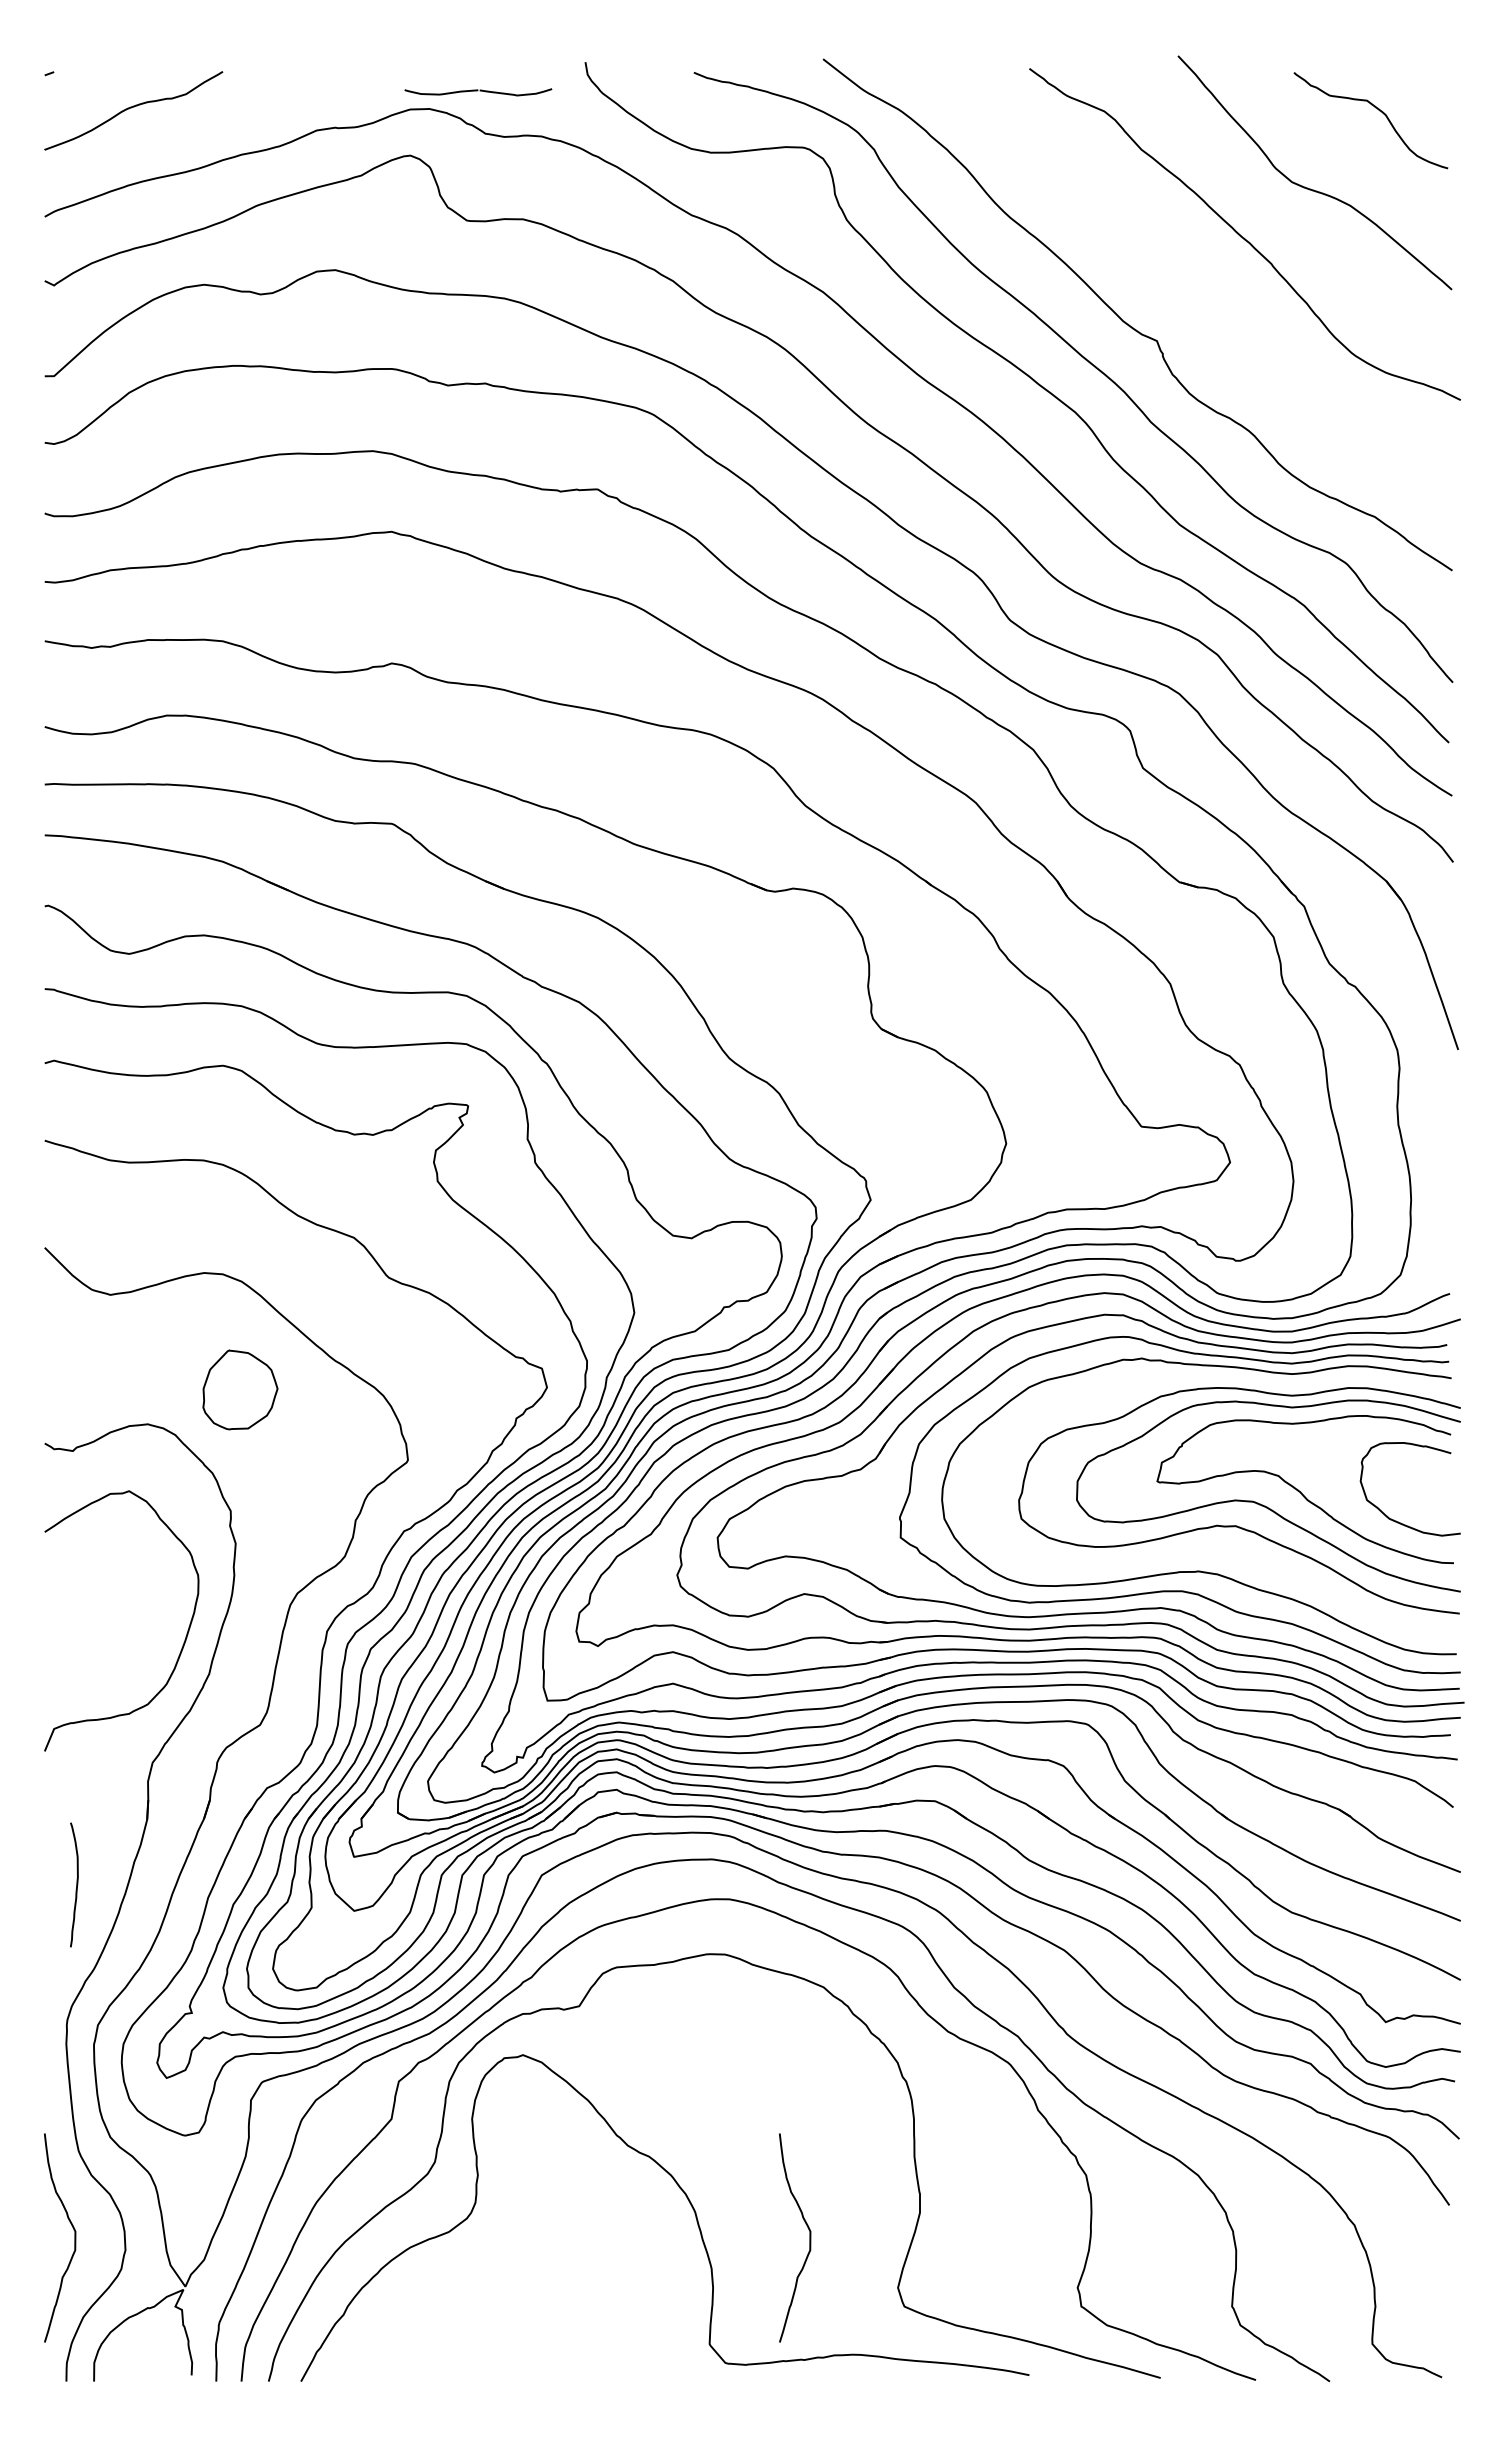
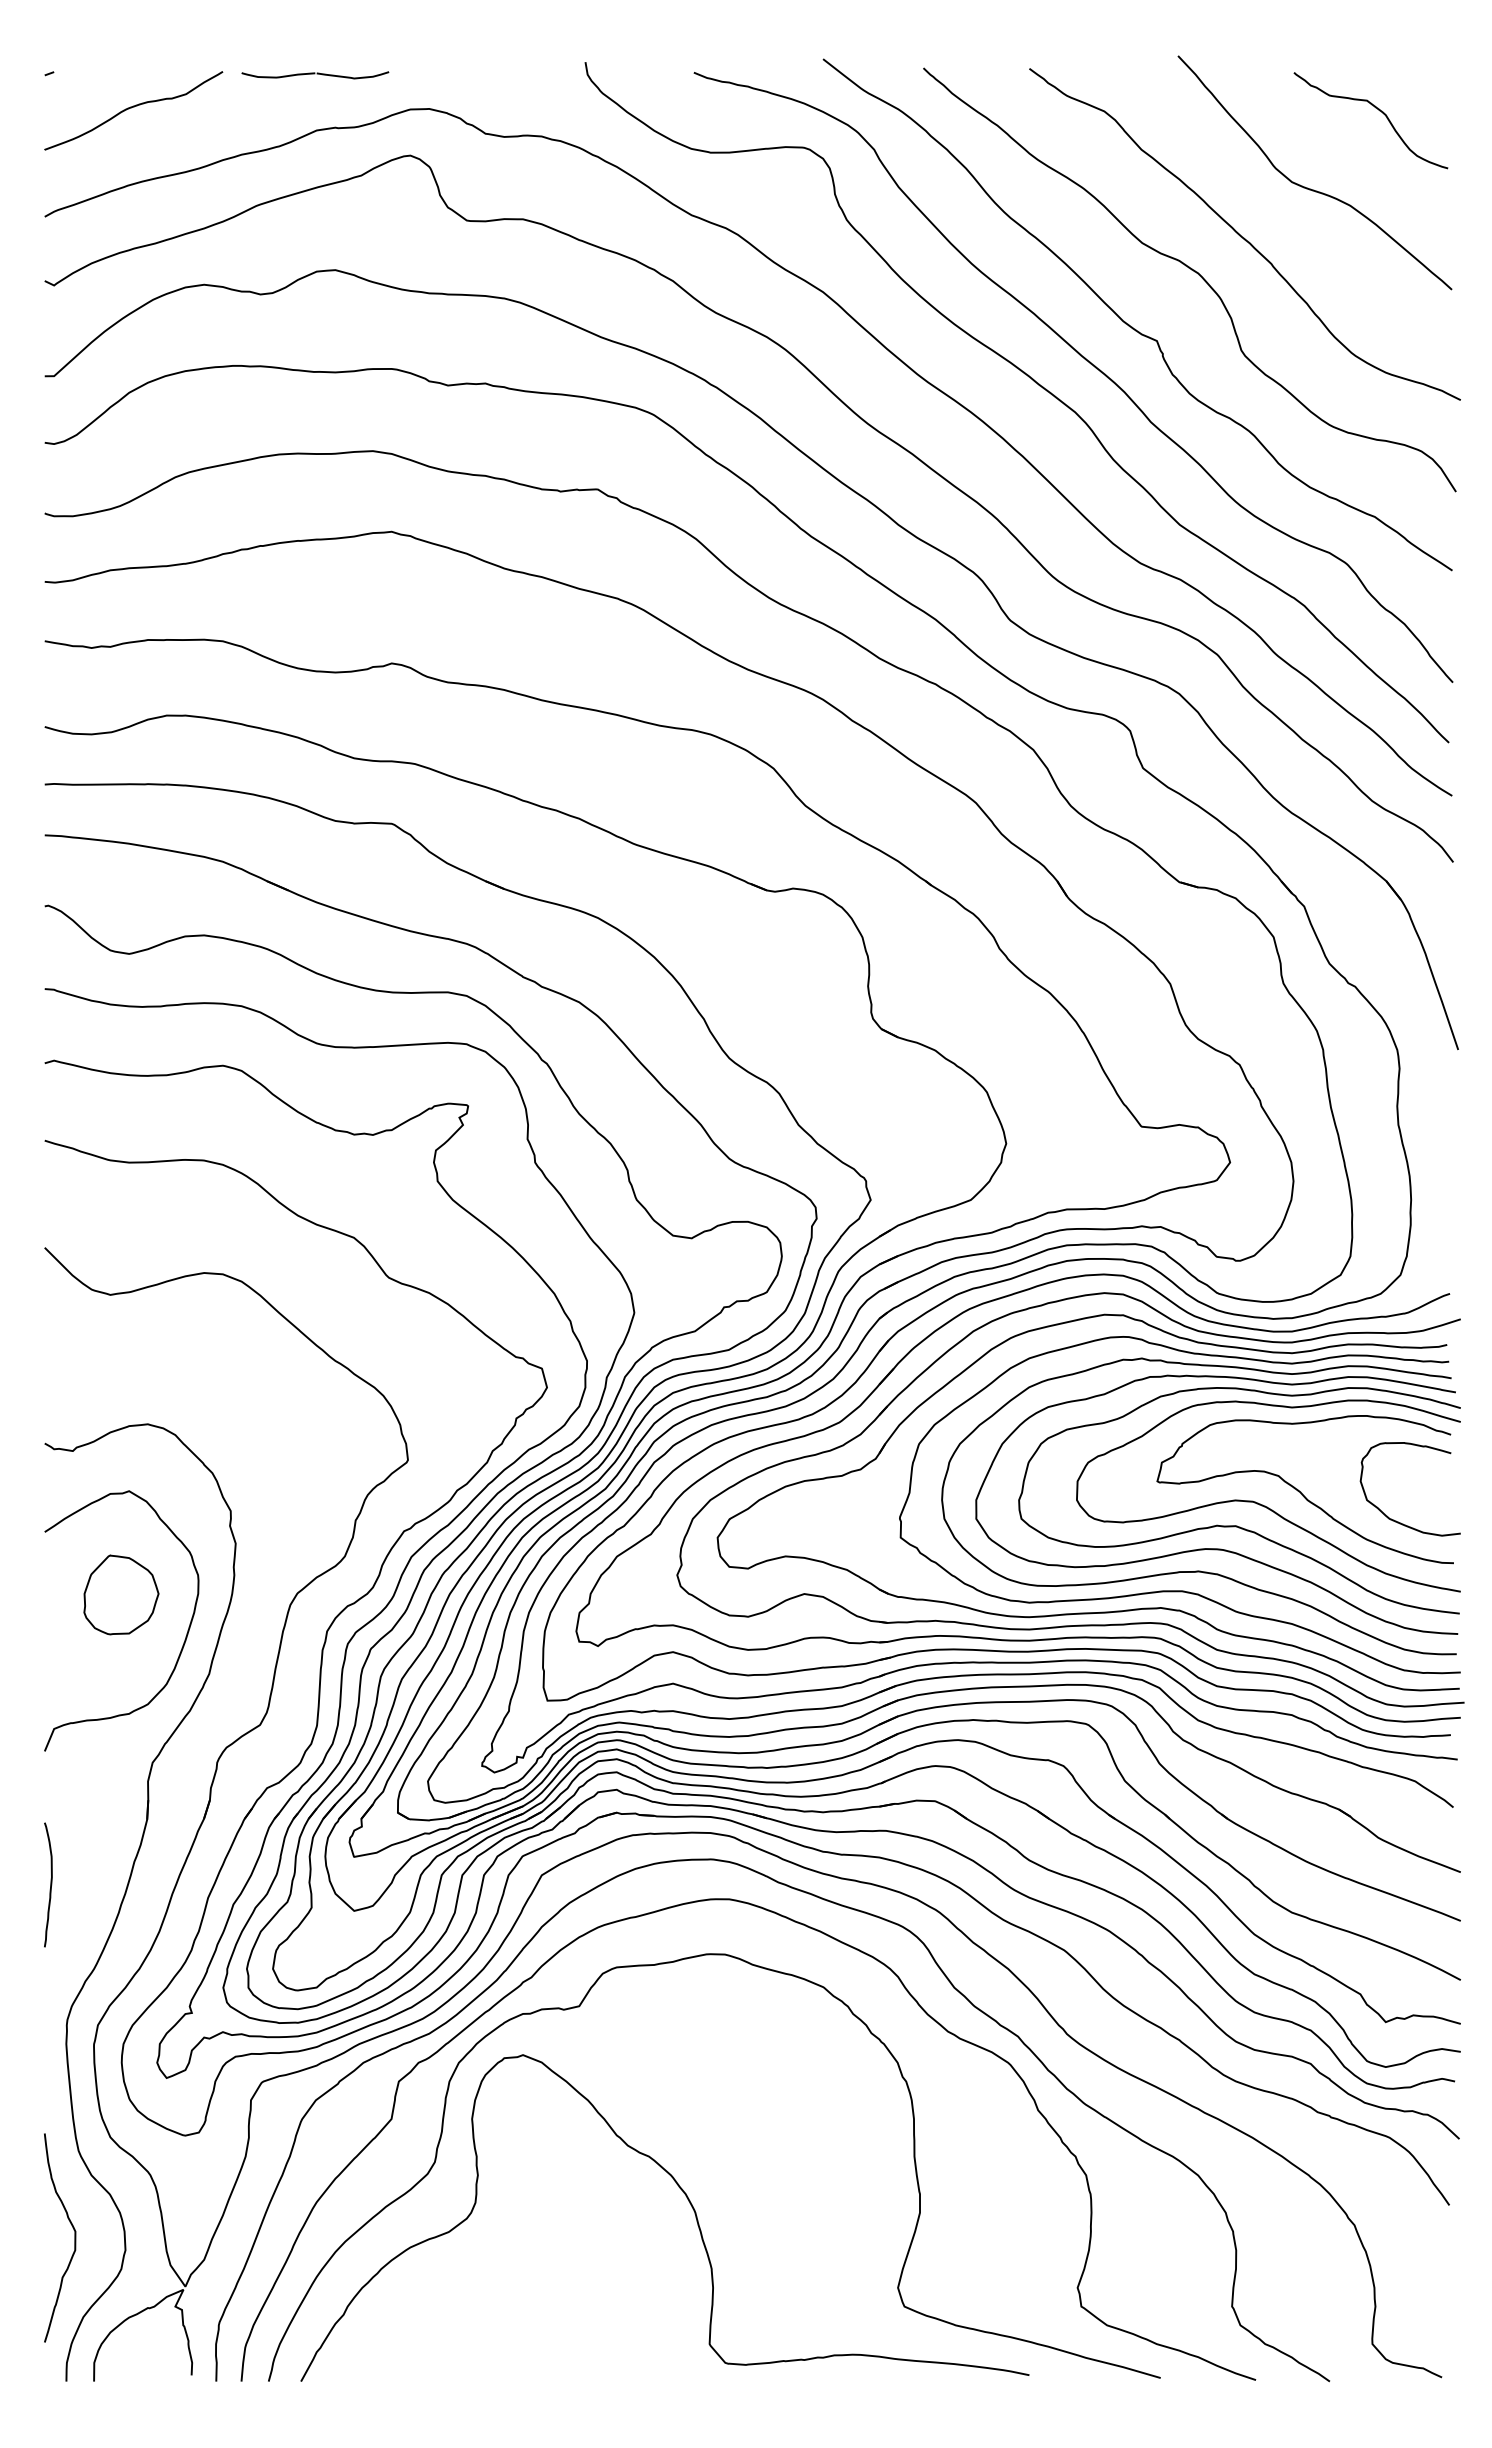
part at (478, 92) position: (478, 92) -> (315, 75)
curve at (1194, 272): none -> present
part at (240, 1389) position: (240, 1389) -> (121, 1594)
curve at (1216, 1548): none -> present
curve at (76, 1884) position: (76, 1884) -> (50, 1884)
curve at (809, 2237): present -> none
